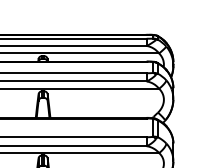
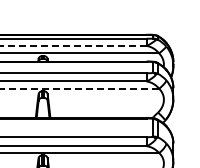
line at (72, 45): solid -> dashed
line at (79, 88): solid -> dashed
